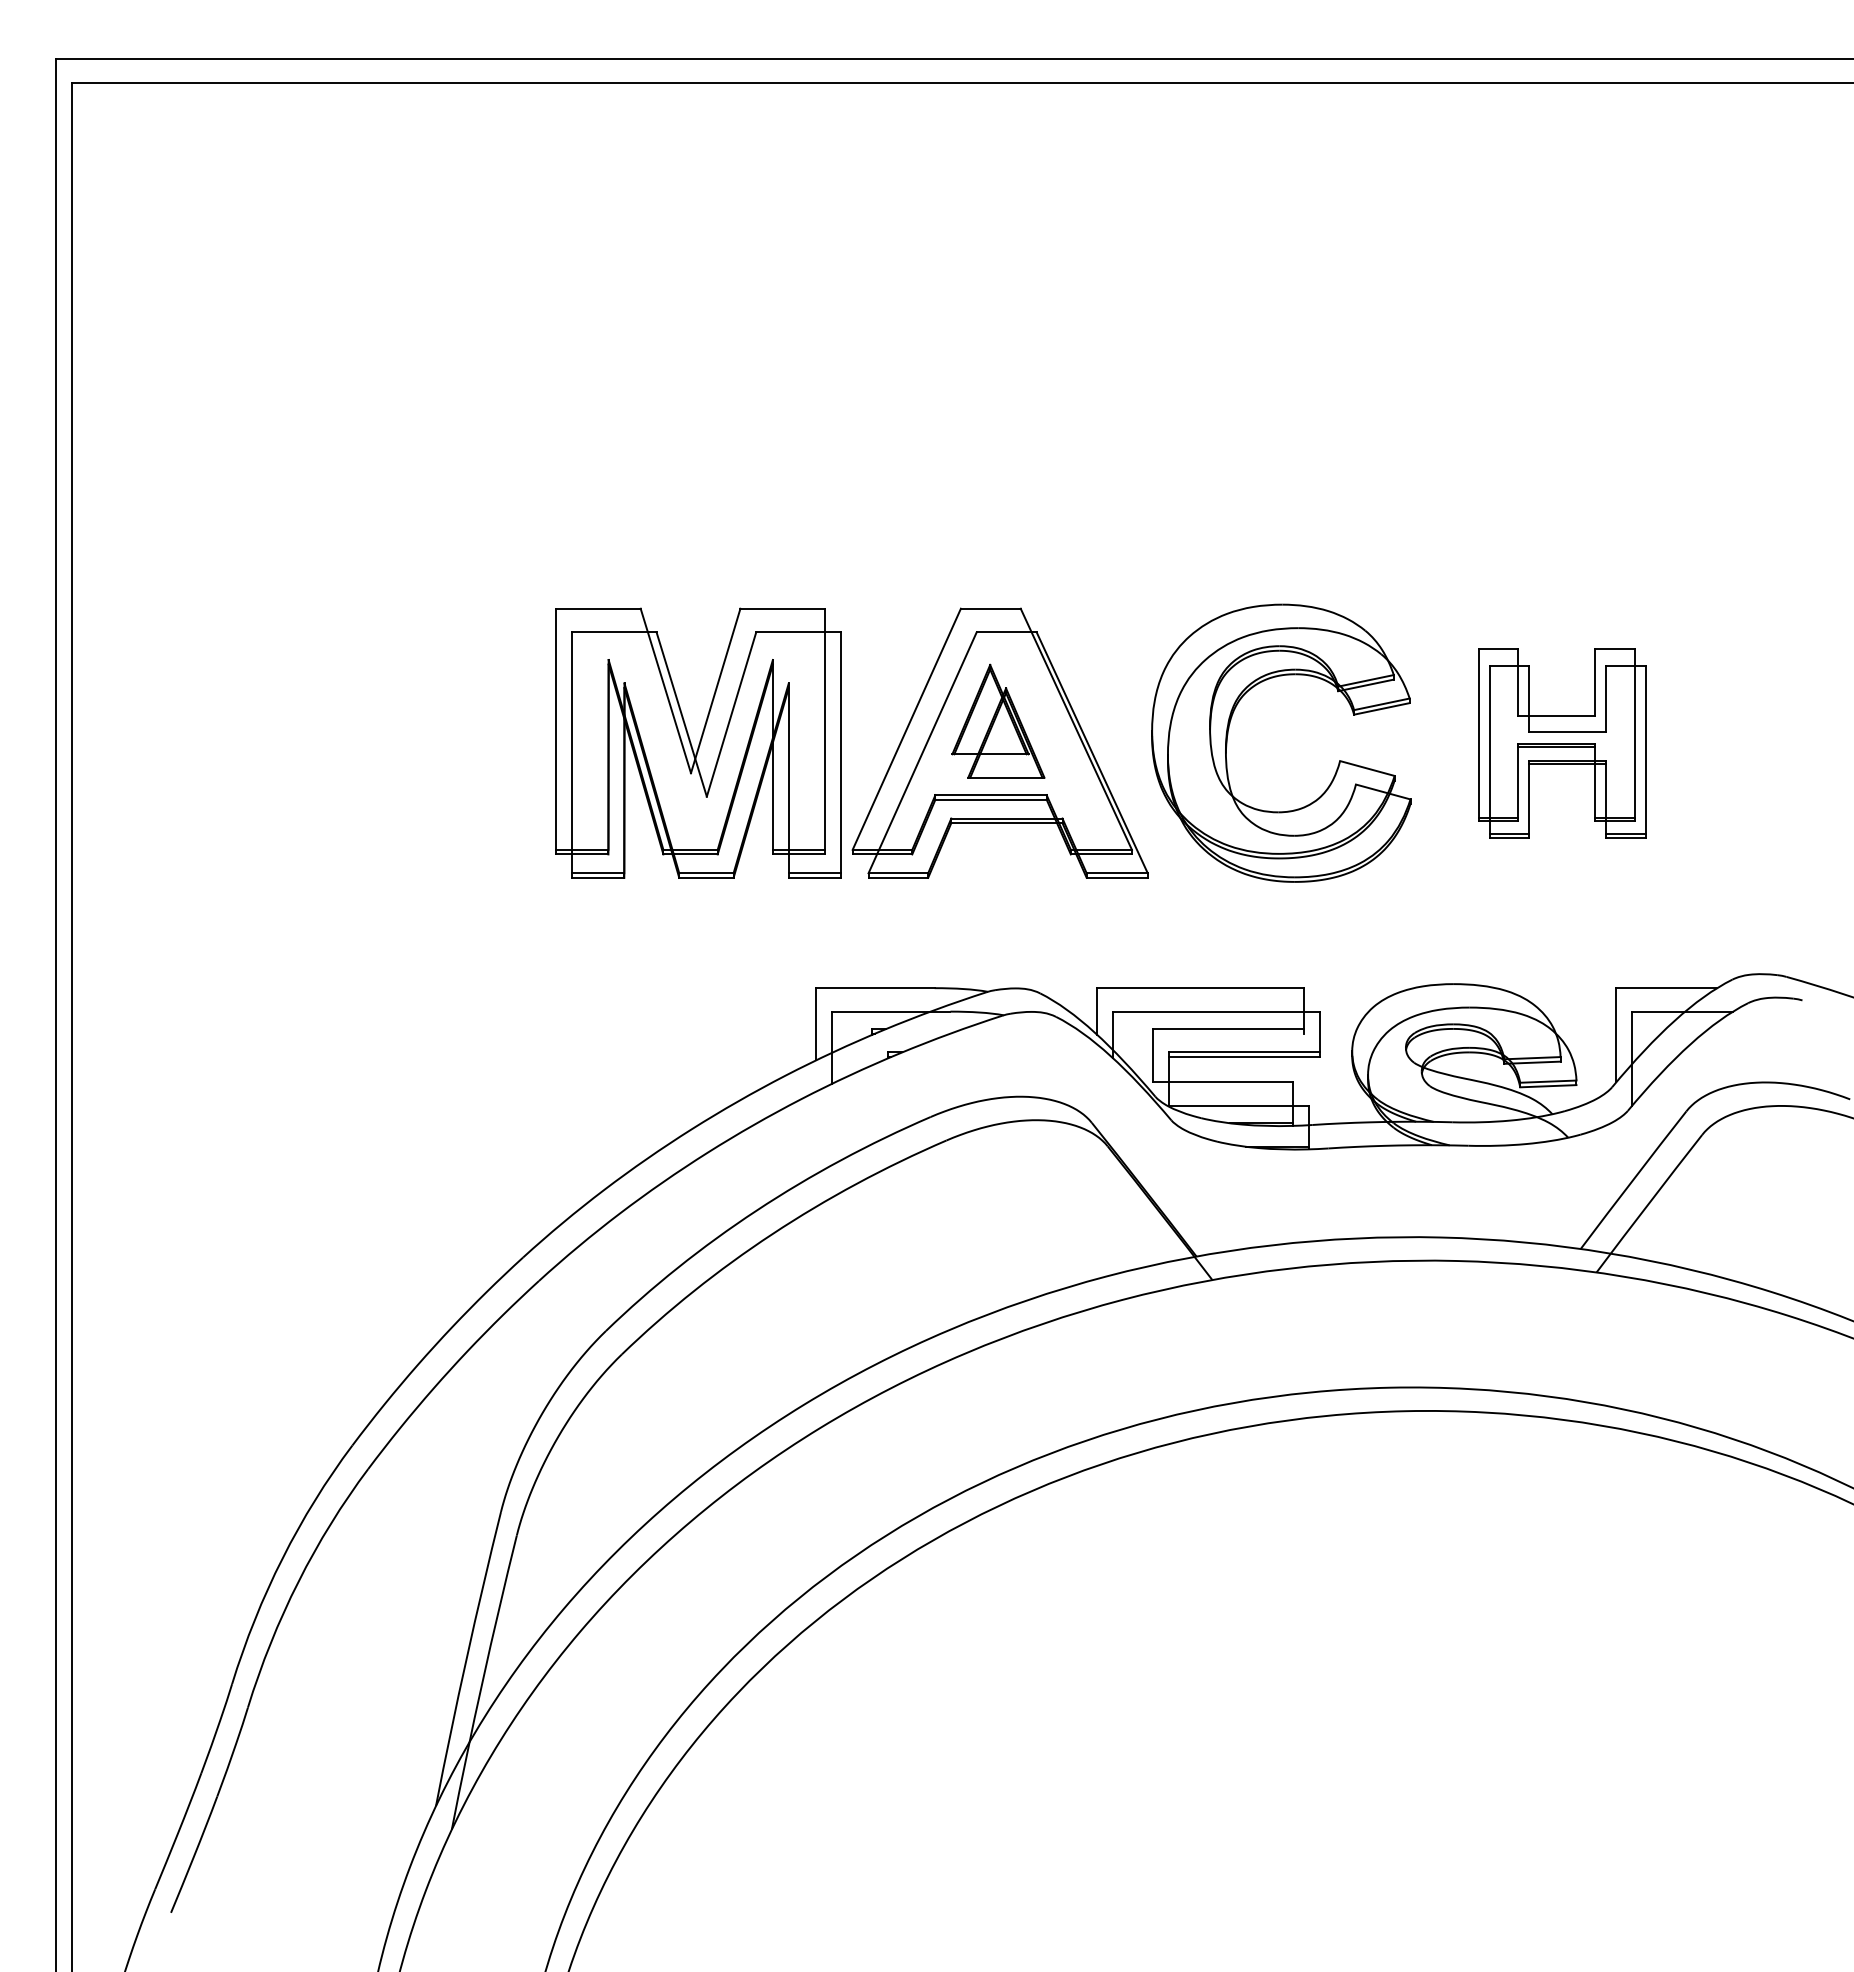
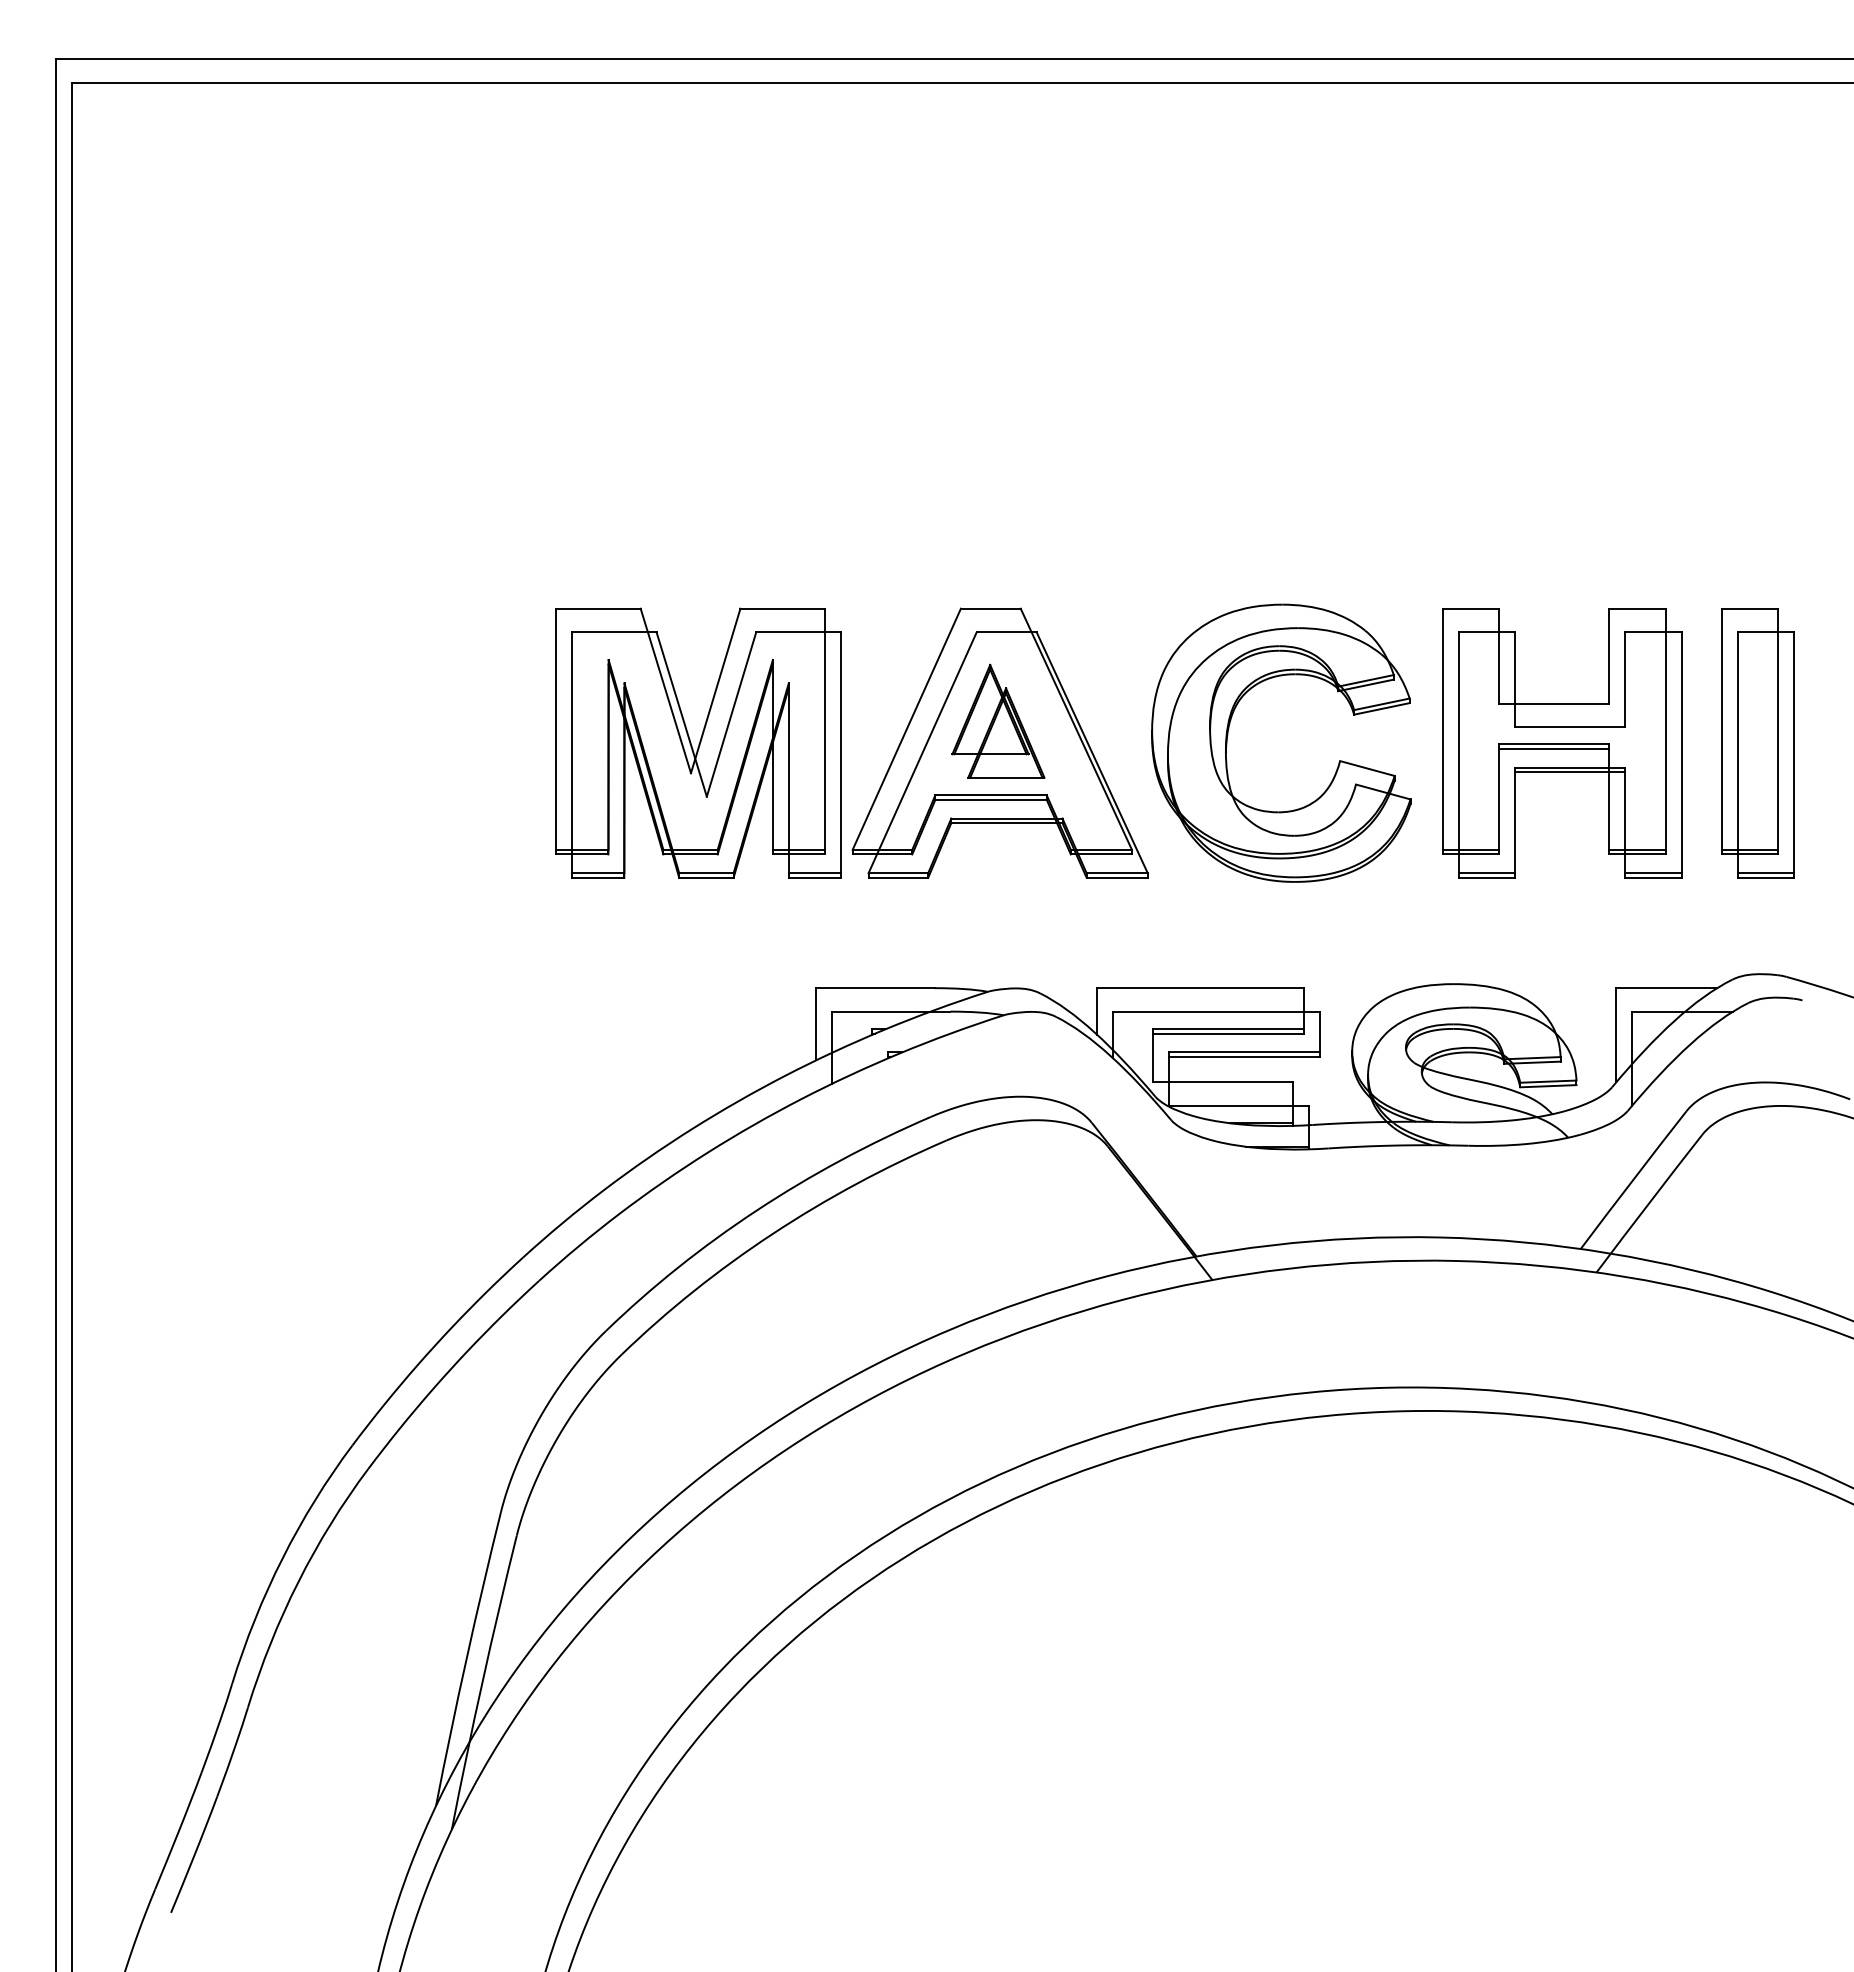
part at (1562, 743) size: 169x191 px -> 241x271 px
part at (1757, 743): none -> present
line at (1228, 1033): none -> present
